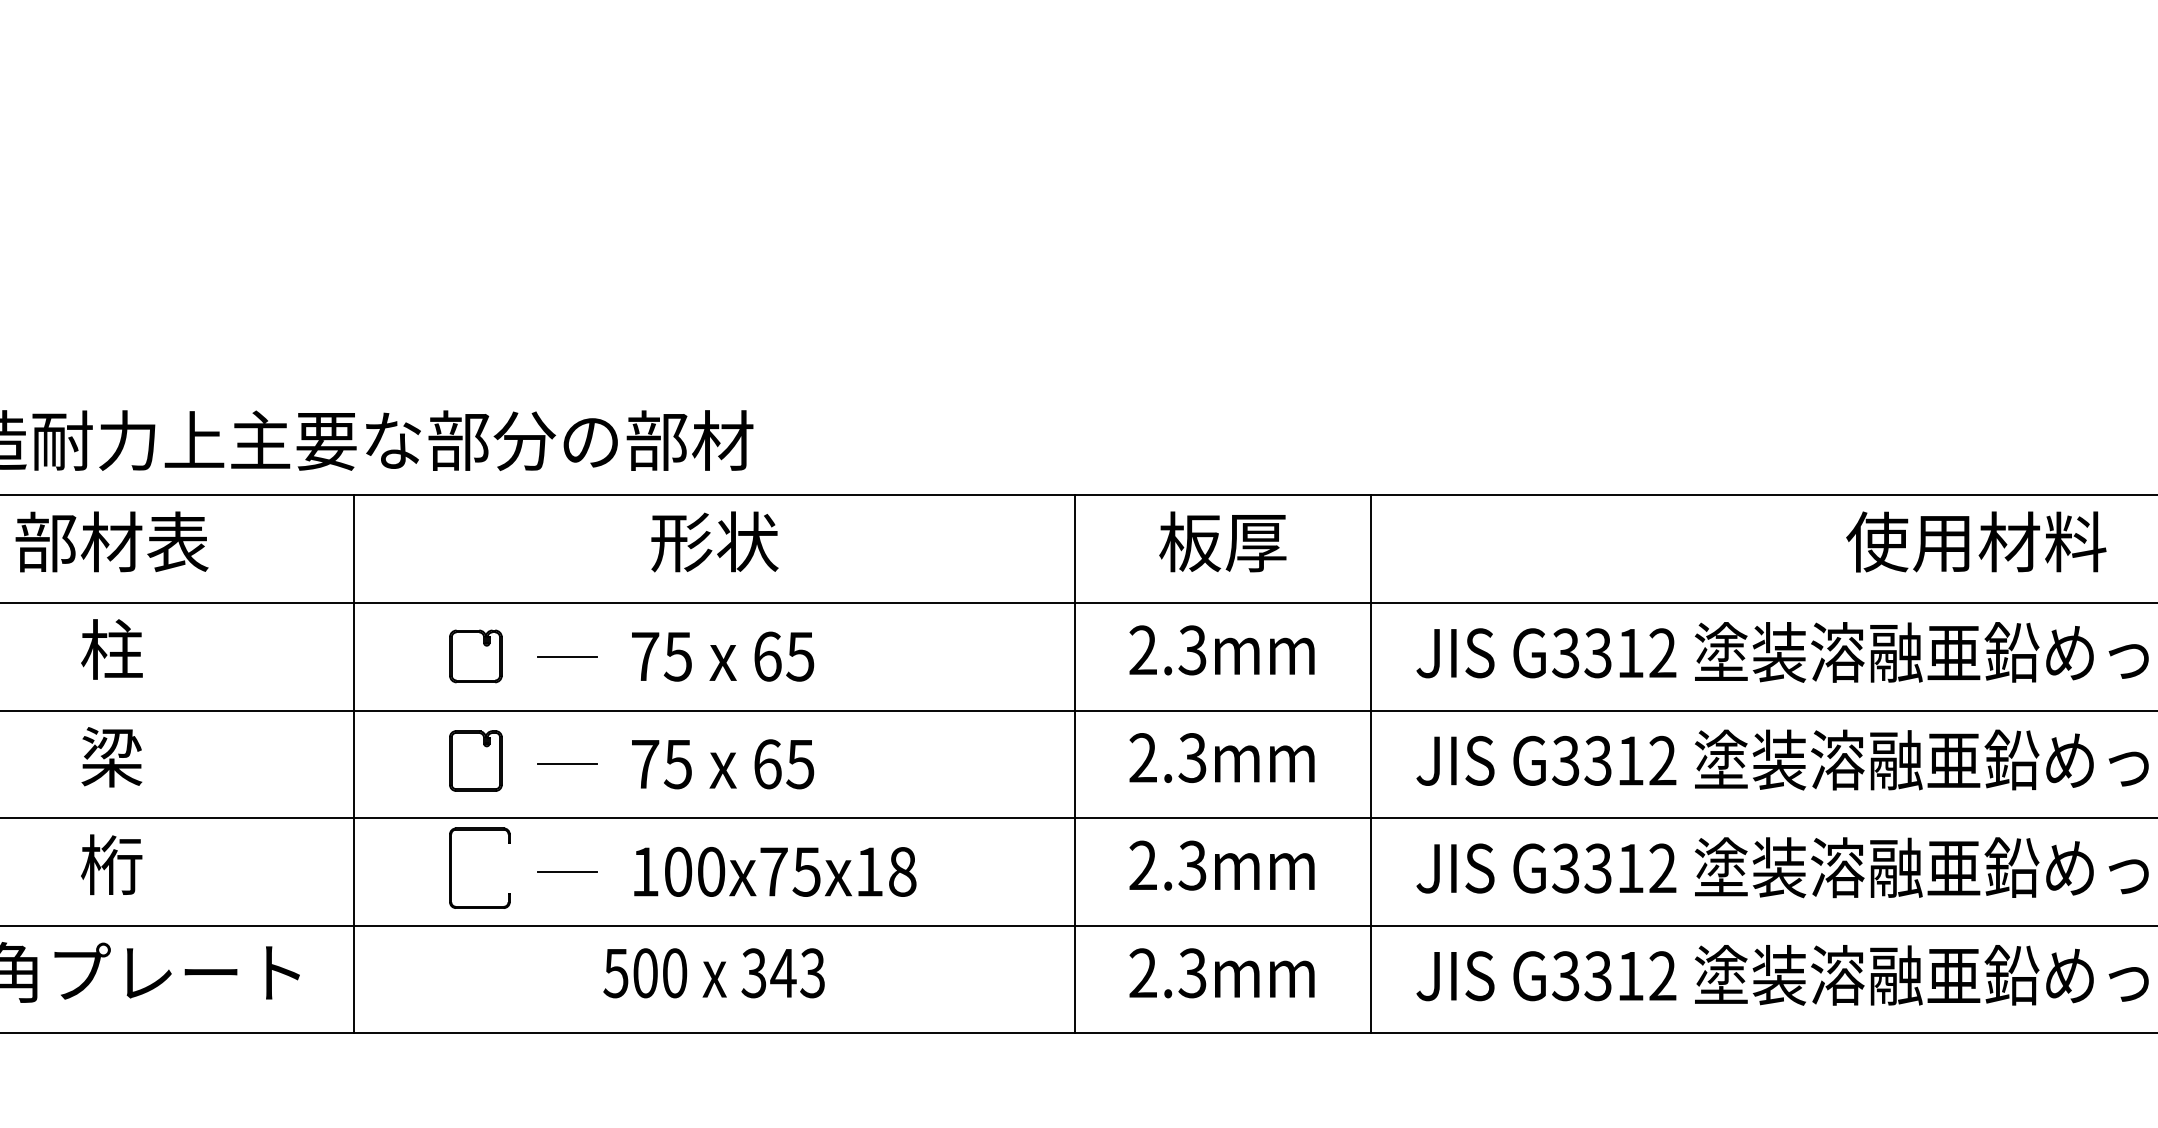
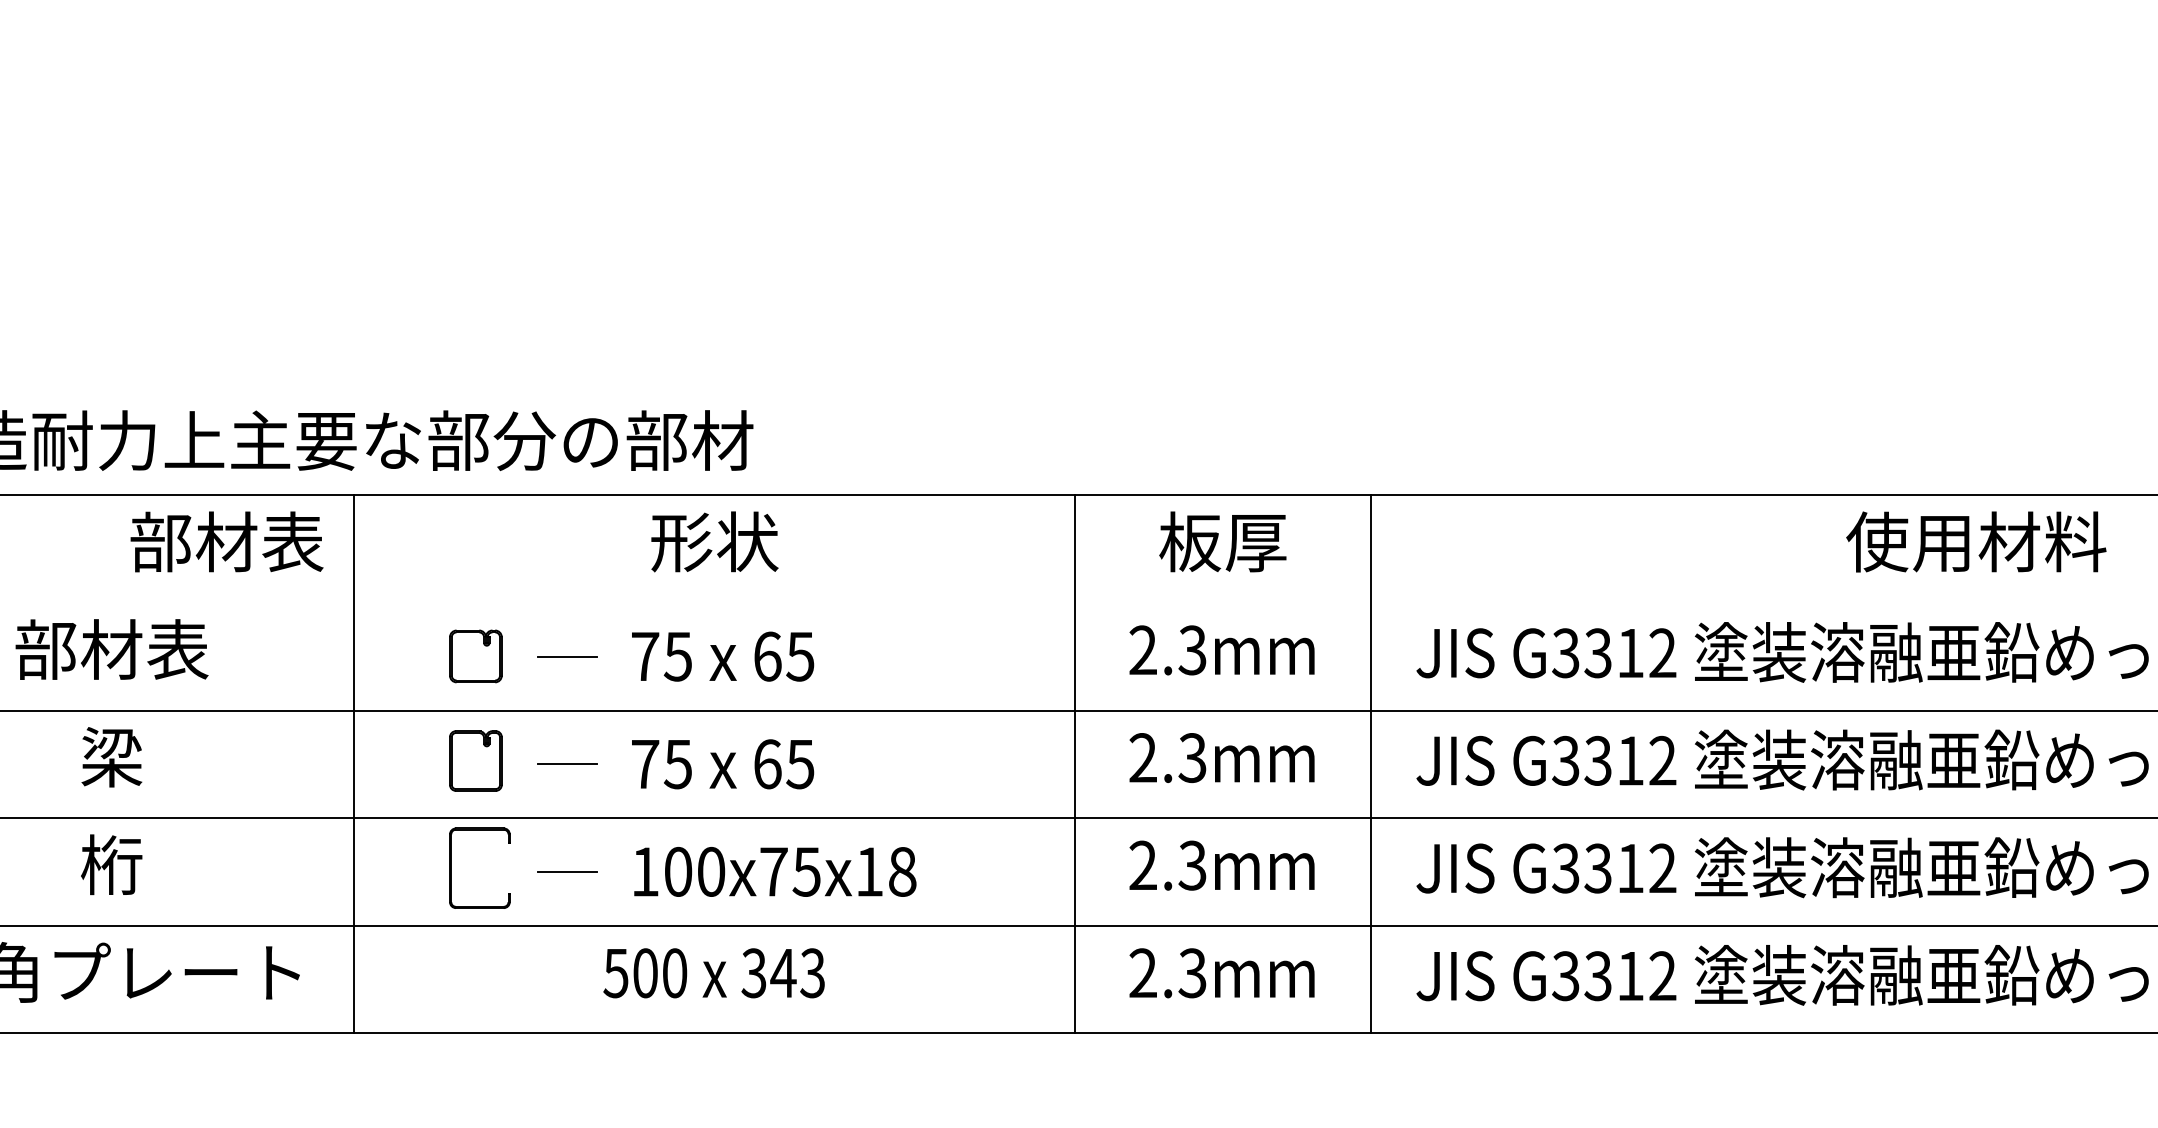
text at (111, 541) position: (111, 541) -> (226, 541)
line at (1078, 602): present -> none
text at (111, 649): 柱 -> 部材表
